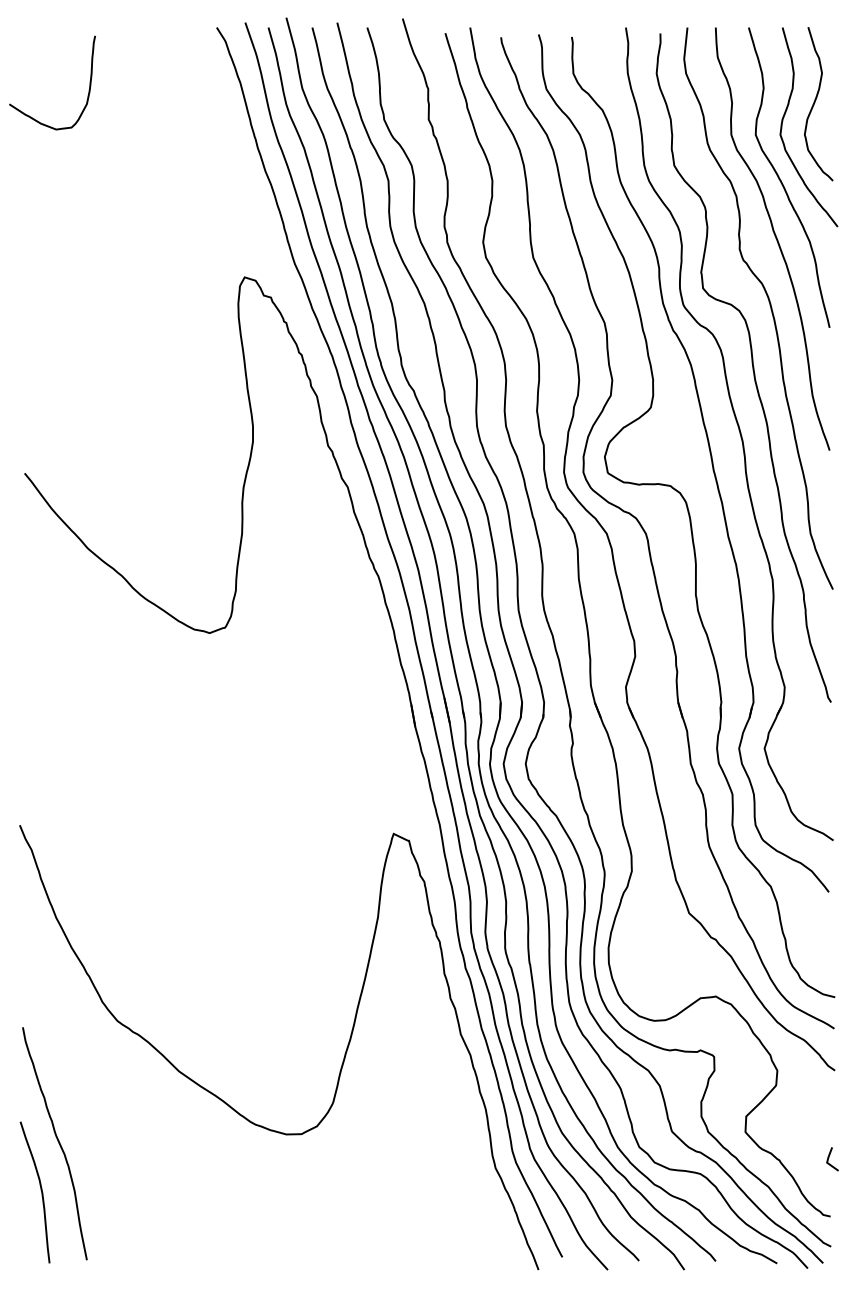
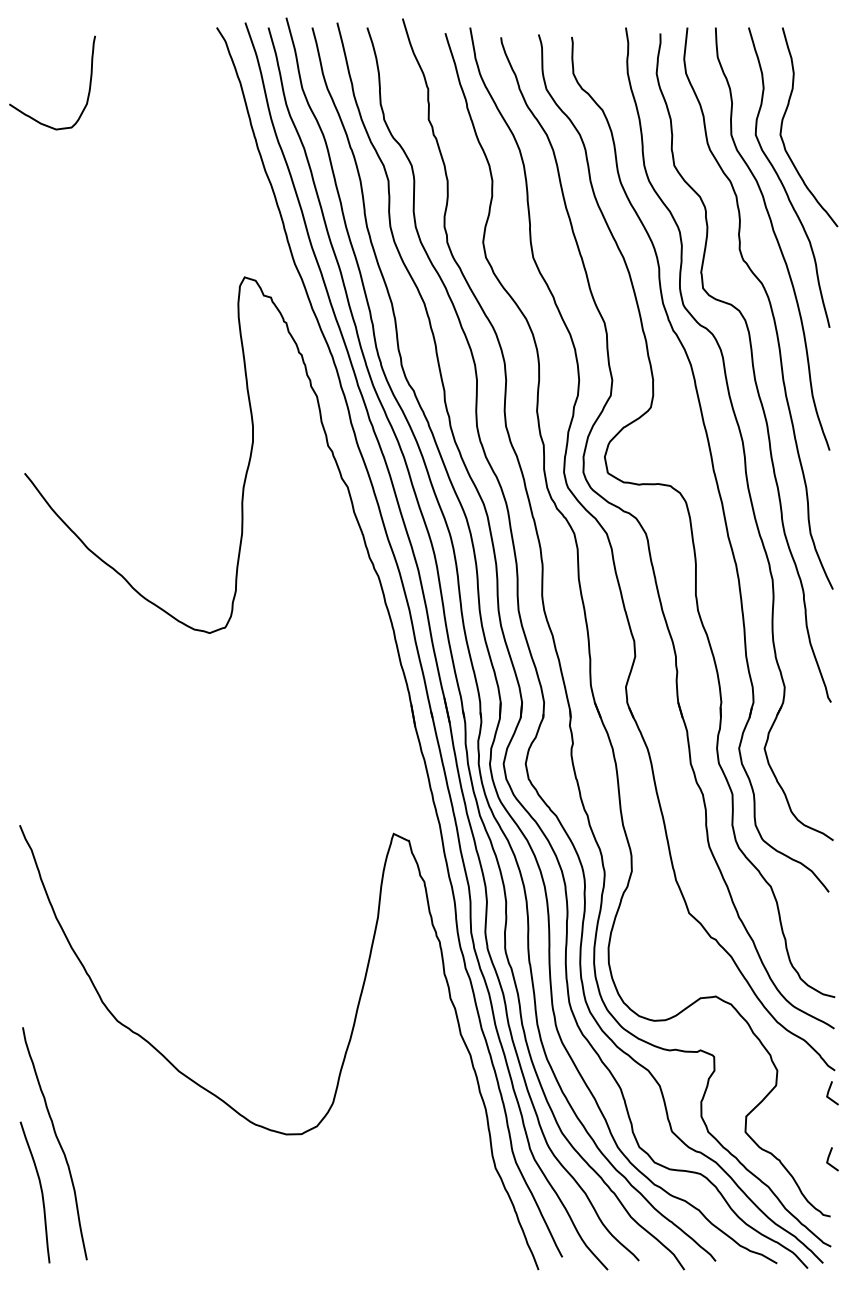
curve at (815, 102): present -> none
line at (829, 1092): none -> present
